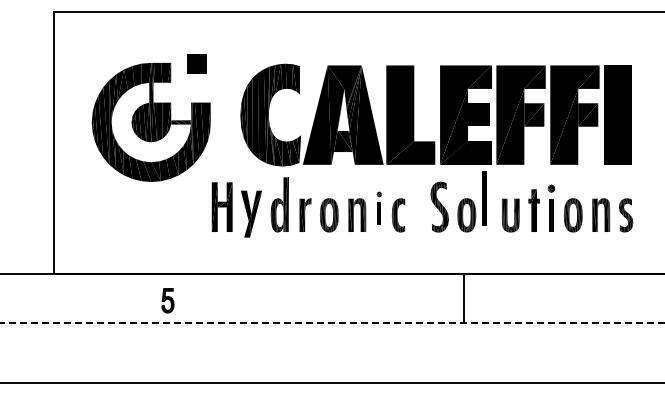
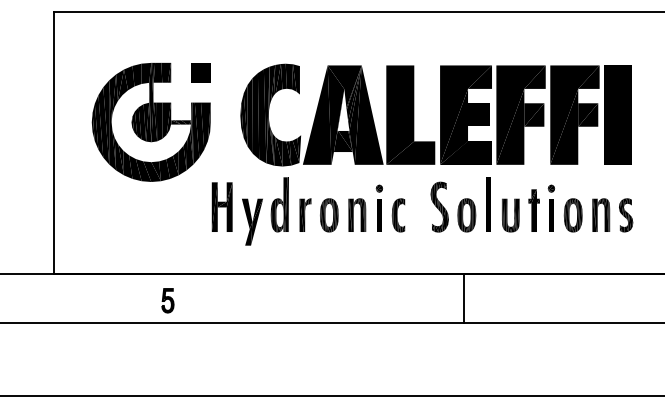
part at (196, 63) position: (196, 63) -> (200, 72)
line at (484, 198) position: (484, 198) -> (488, 204)
part at (378, 207) size: 6x34 px -> 8x48 px
part at (251, 213) position: (251, 213) -> (252, 221)
line at (332, 322): dashed -> solid
line at (331, 382) position: (331, 382) -> (331, 395)
